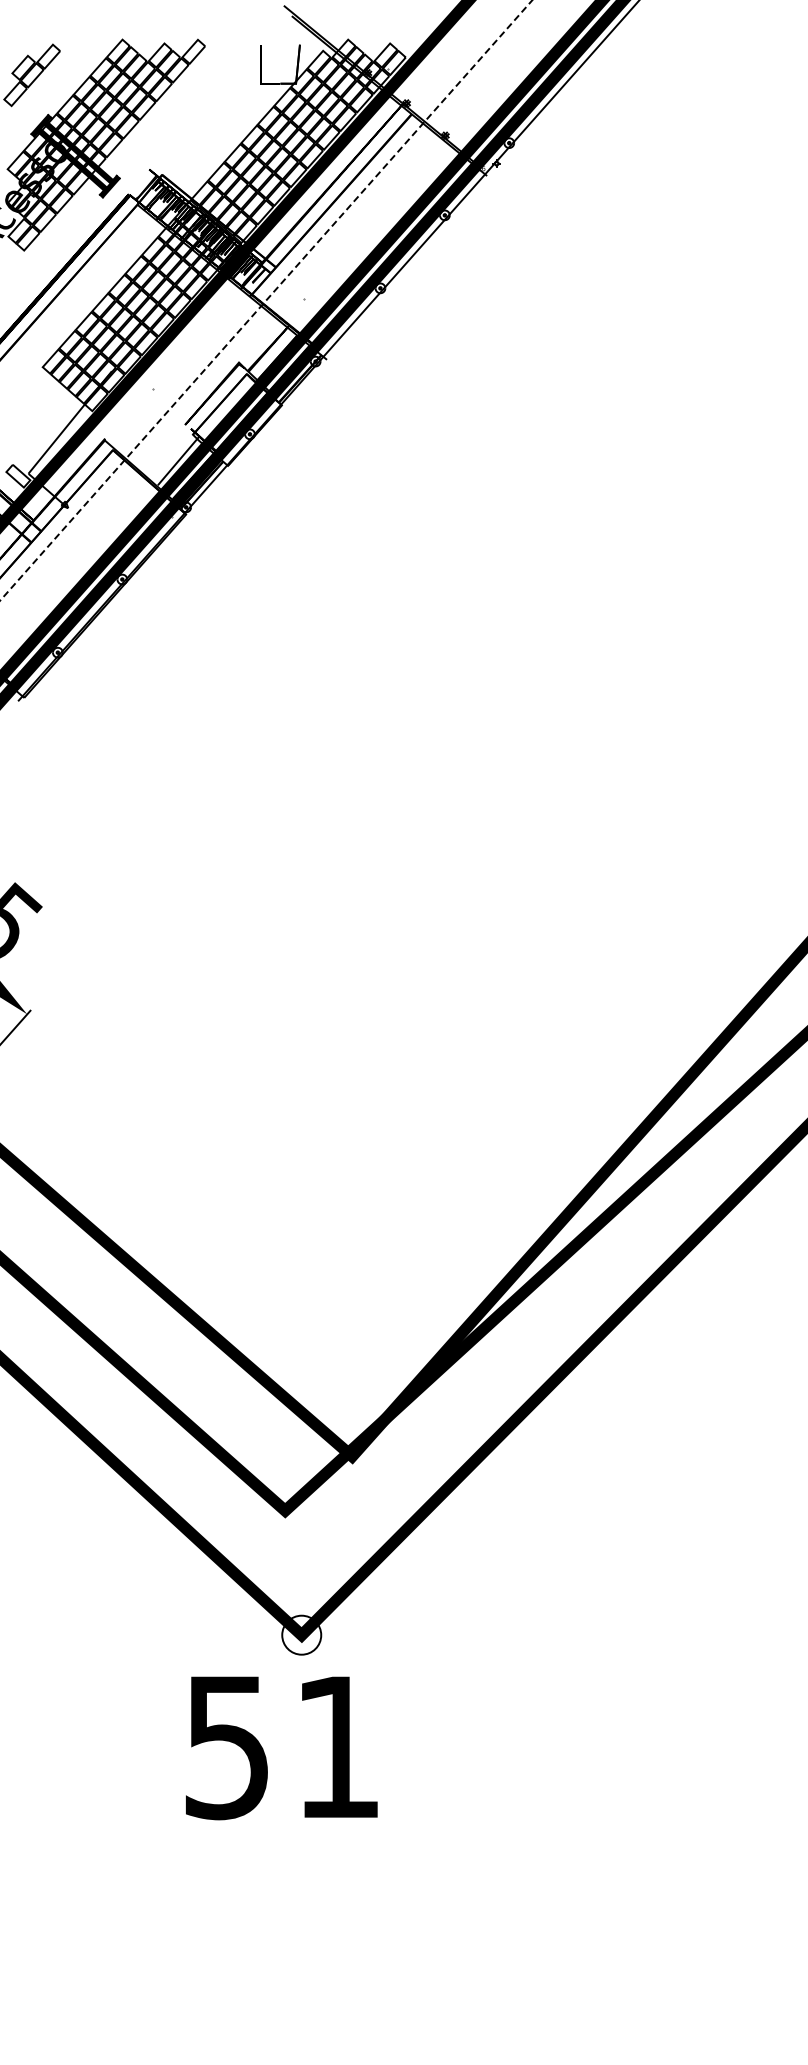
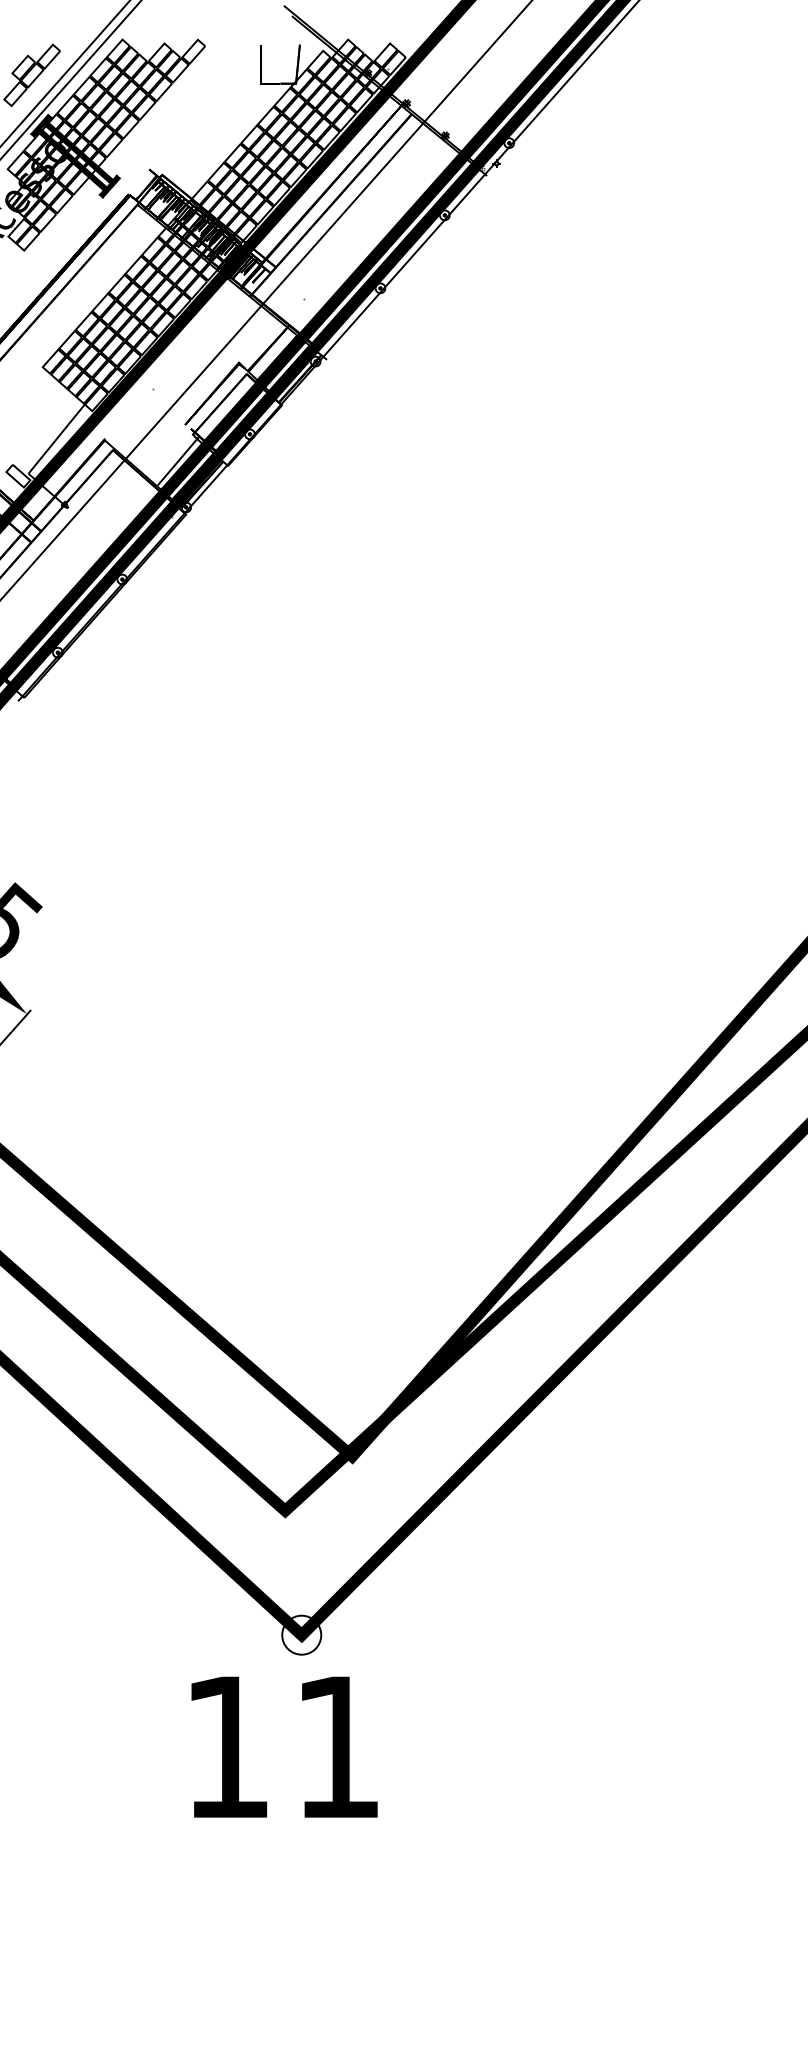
line at (65, 73): none -> present
line at (70, 79): none -> present
line at (266, 300): dashed -> solid
text at (226, 1748): 51 -> 11
